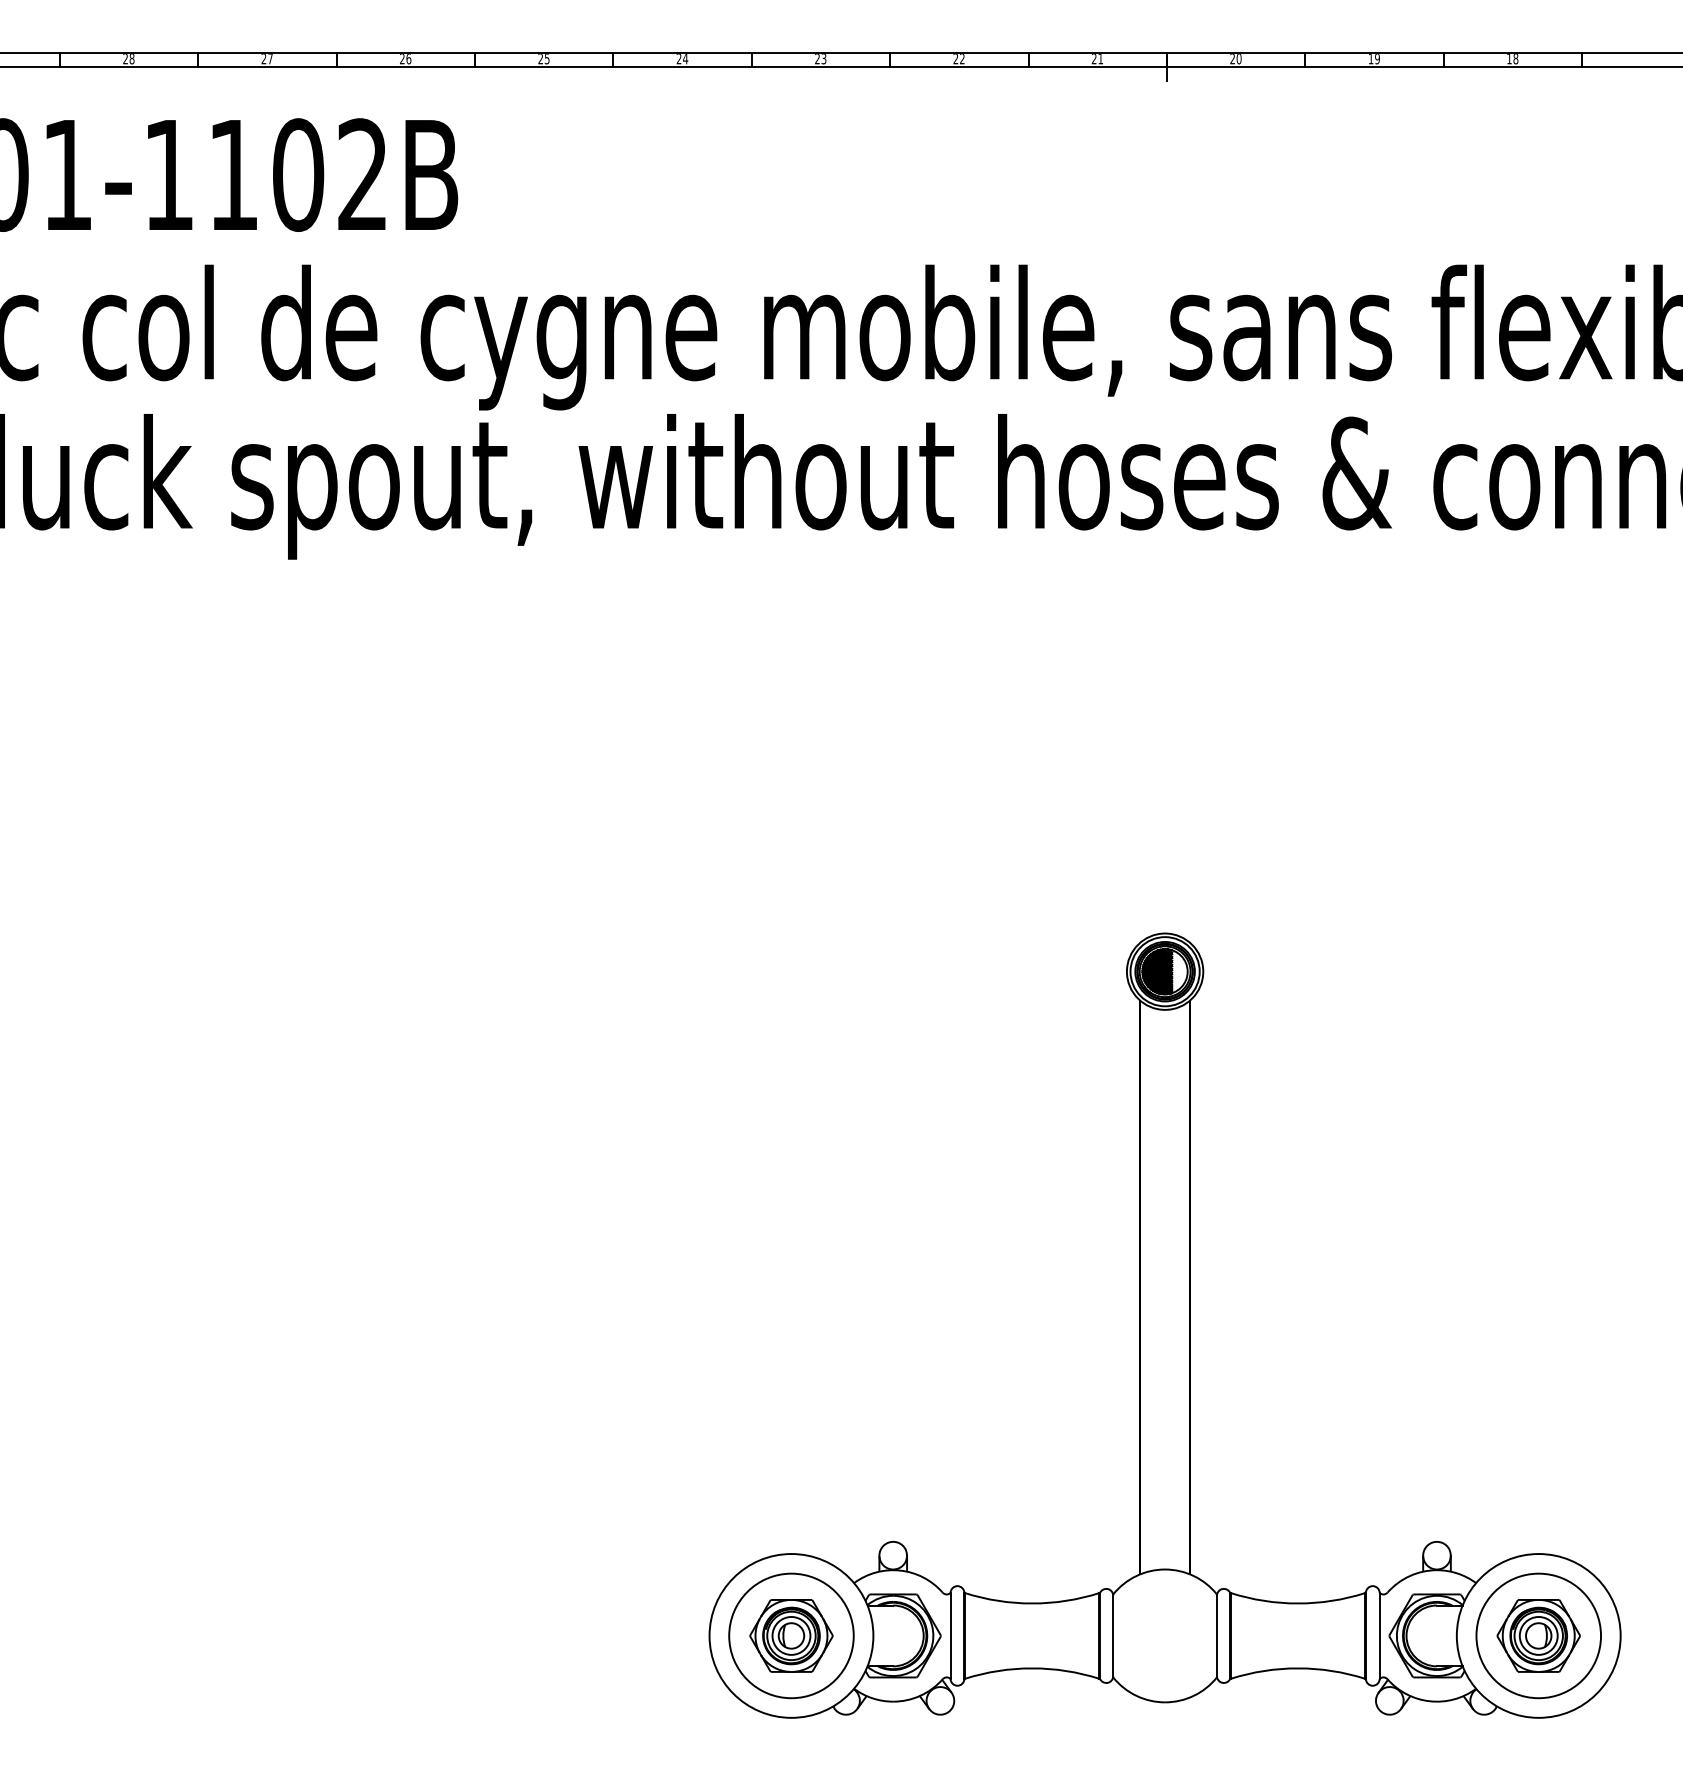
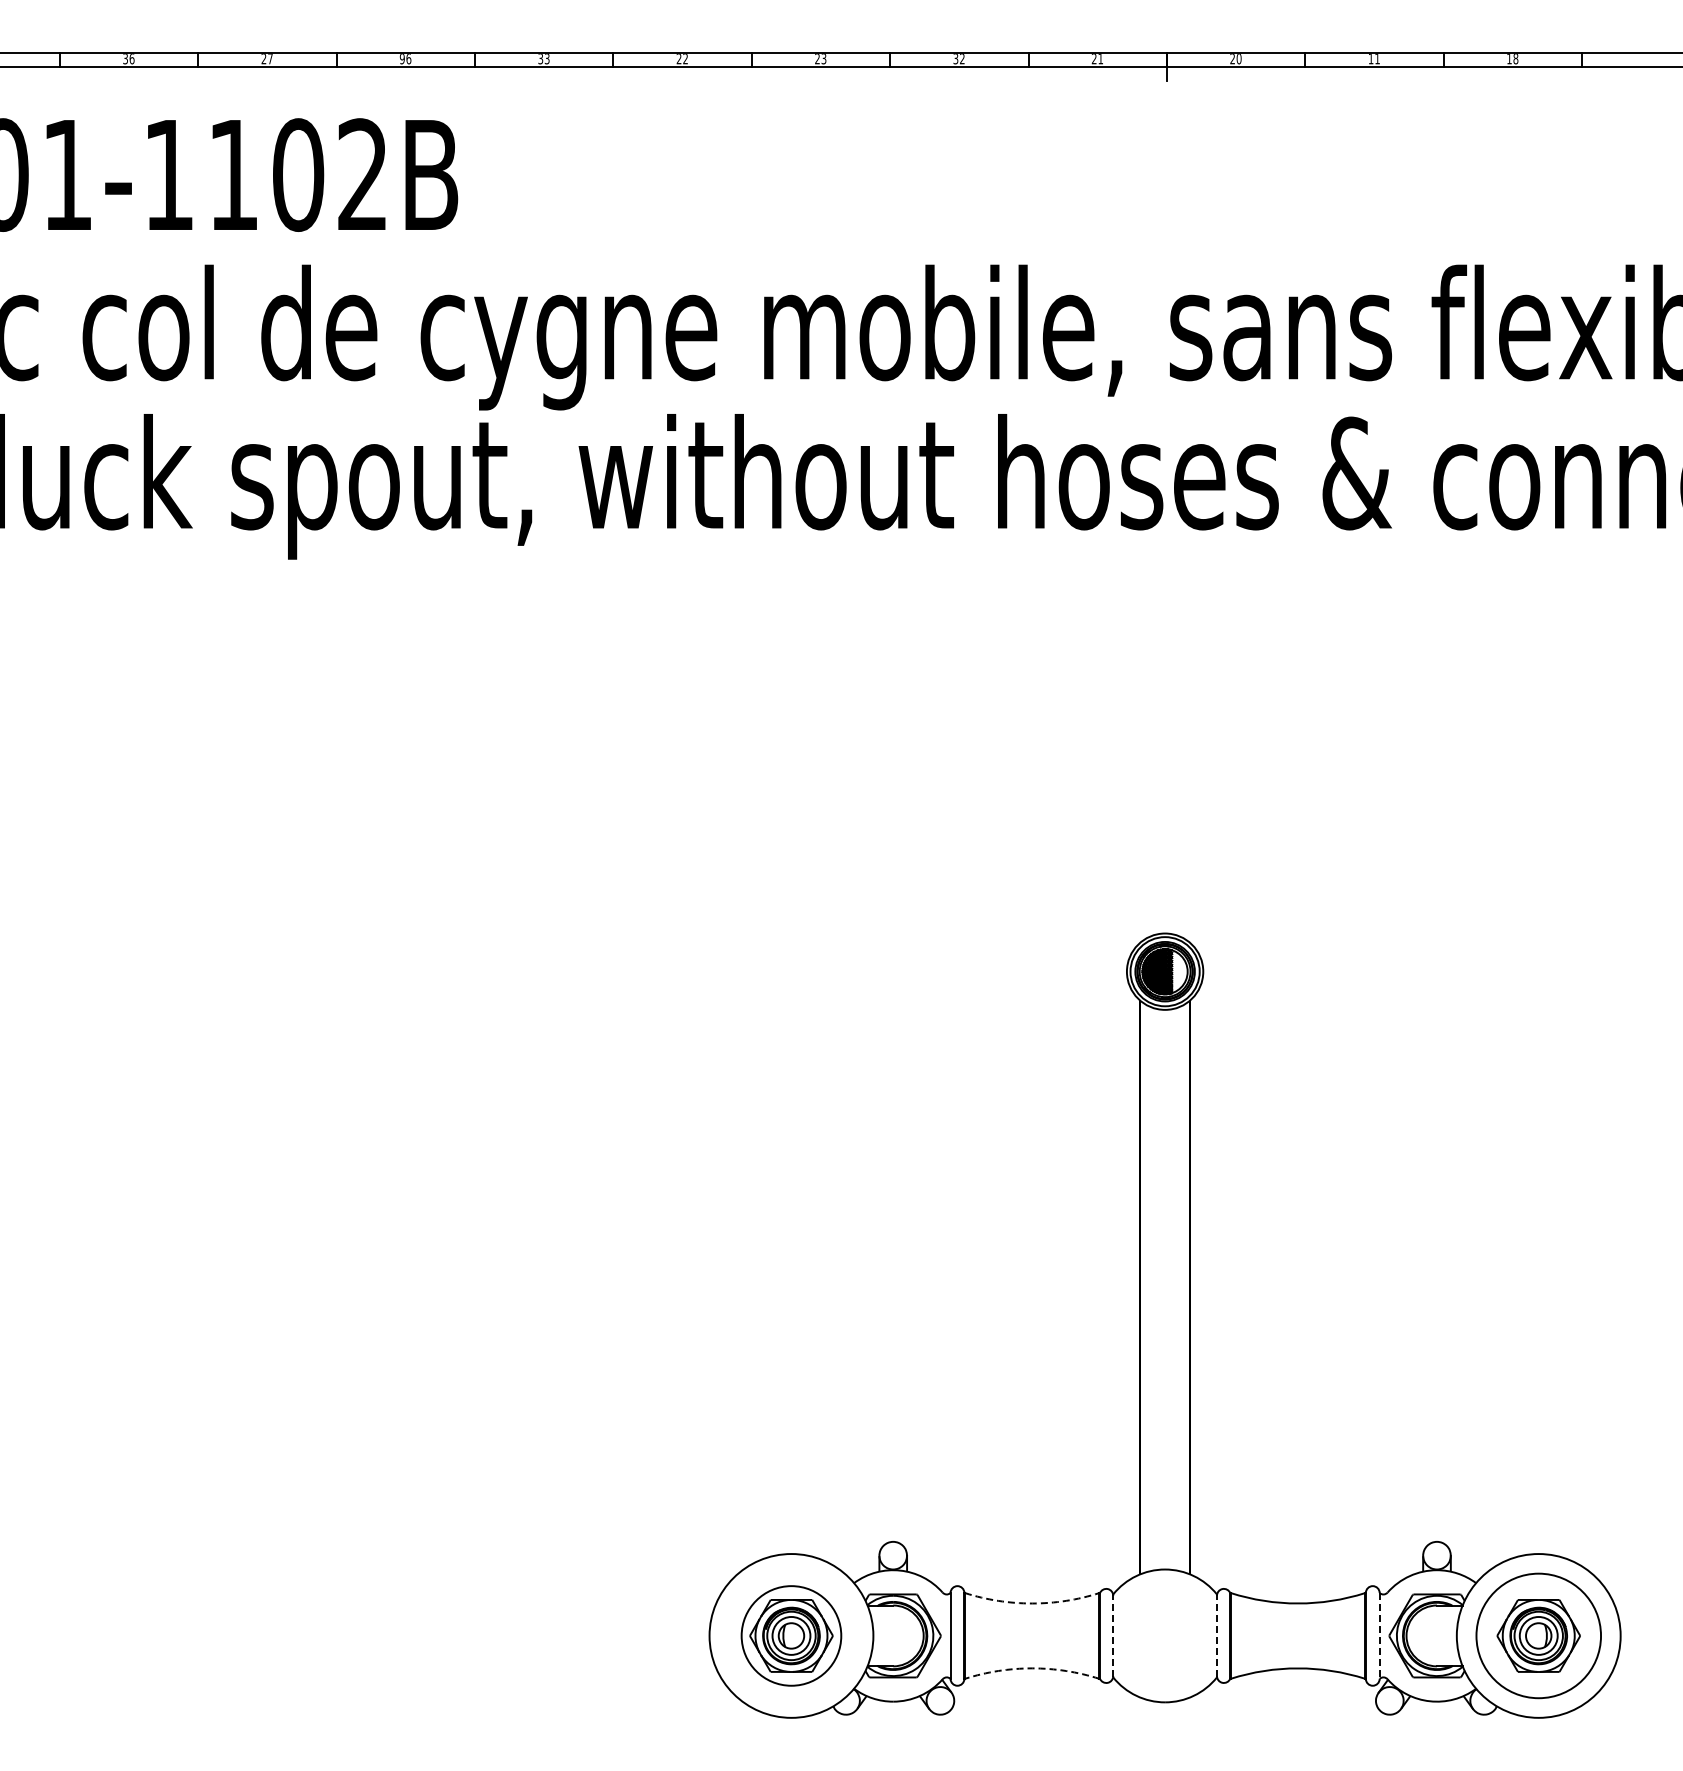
text at (128, 59): 28 -> 36
text at (401, 59): 26 -> 96
text at (543, 59): 25 -> 33
text at (685, 59): 24 -> 22
text at (955, 59): 22 -> 32
text at (1377, 59): 19 -> 11
arc at (1032, 1603): solid -> dashed
circle at (791, 1635) diameter: 125 px -> 100 px
line at (1113, 1635): solid -> dashed
line at (1216, 1635): solid -> dashed
line at (1379, 1635): solid -> dashed
arc at (1032, 1668): solid -> dashed
